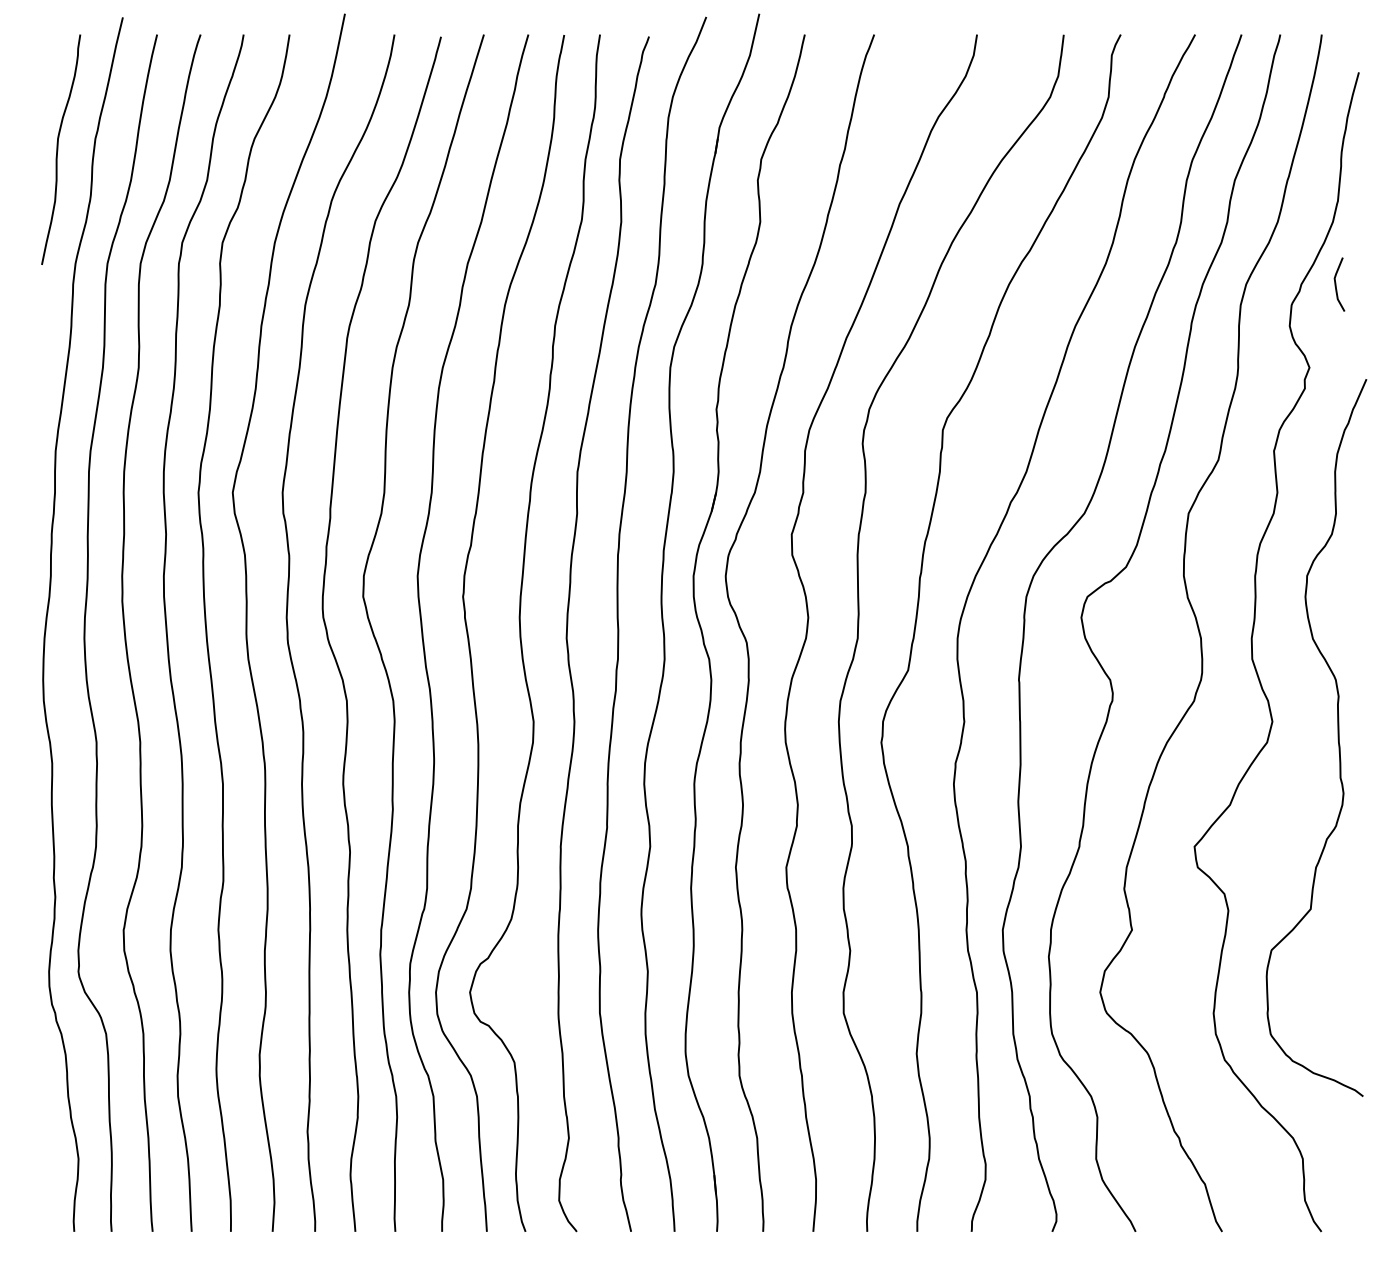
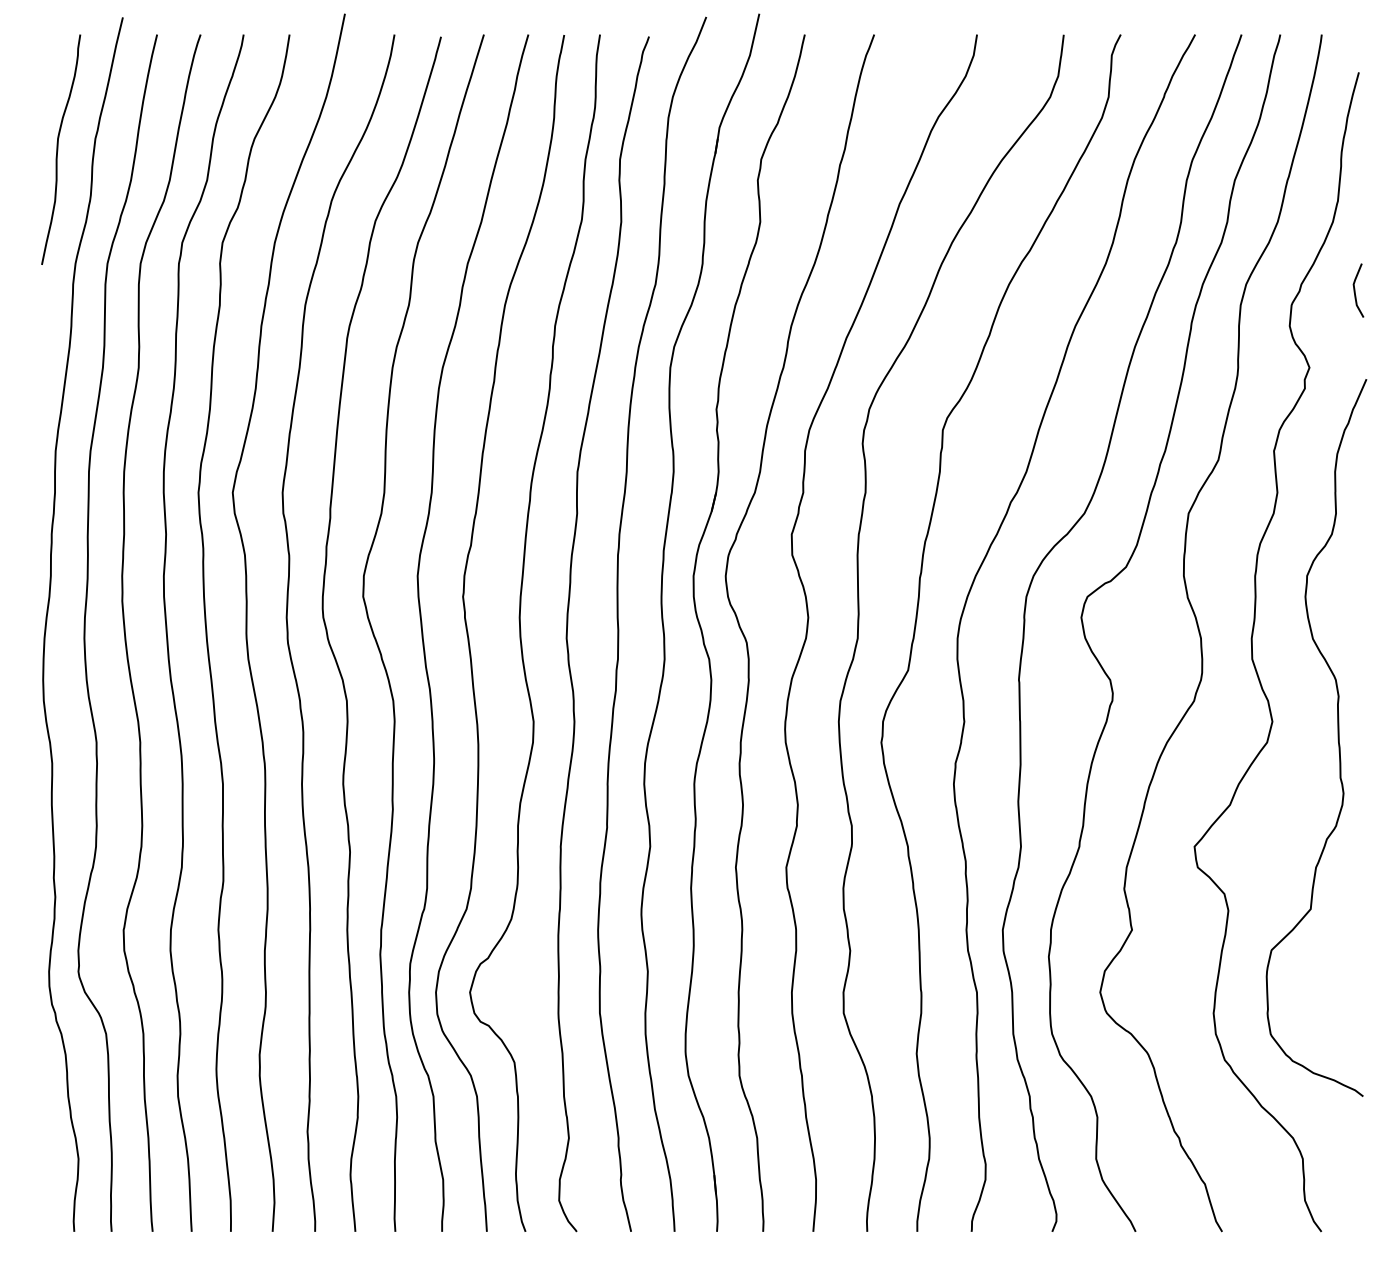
curve at (1336, 284) position: (1336, 284) -> (1355, 290)
